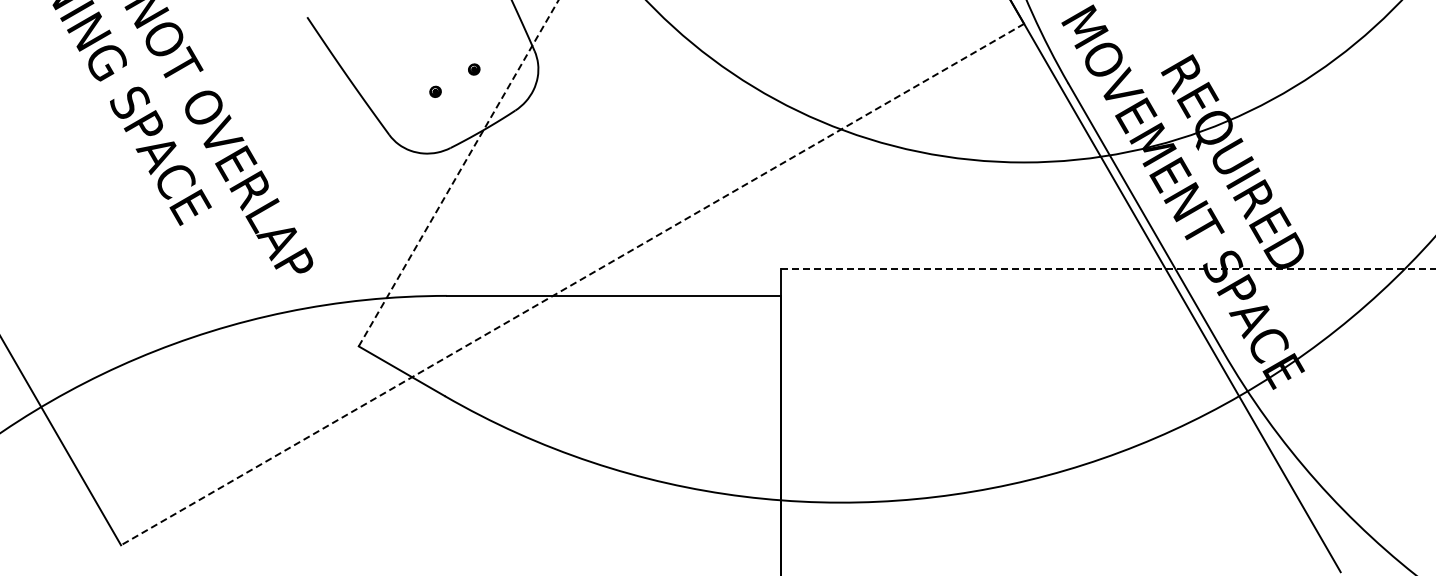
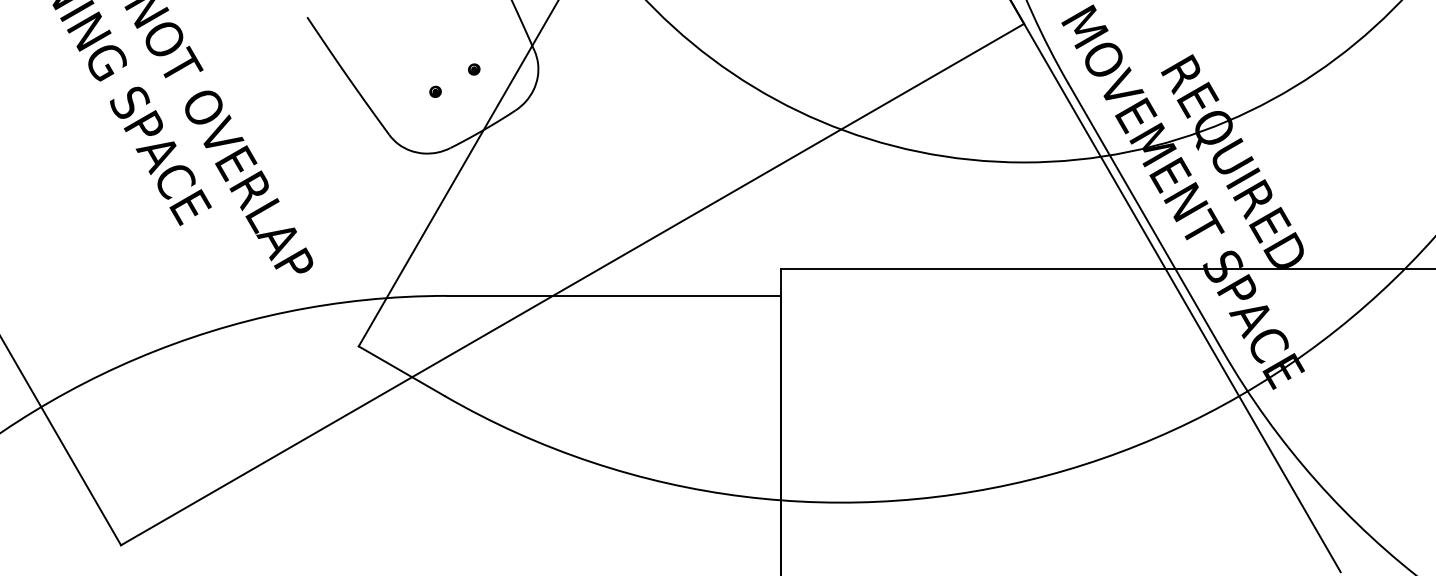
line at (458, 173): dashed -> solid
line at (1108, 269): dashed -> solid
line at (572, 284): dashed -> solid
